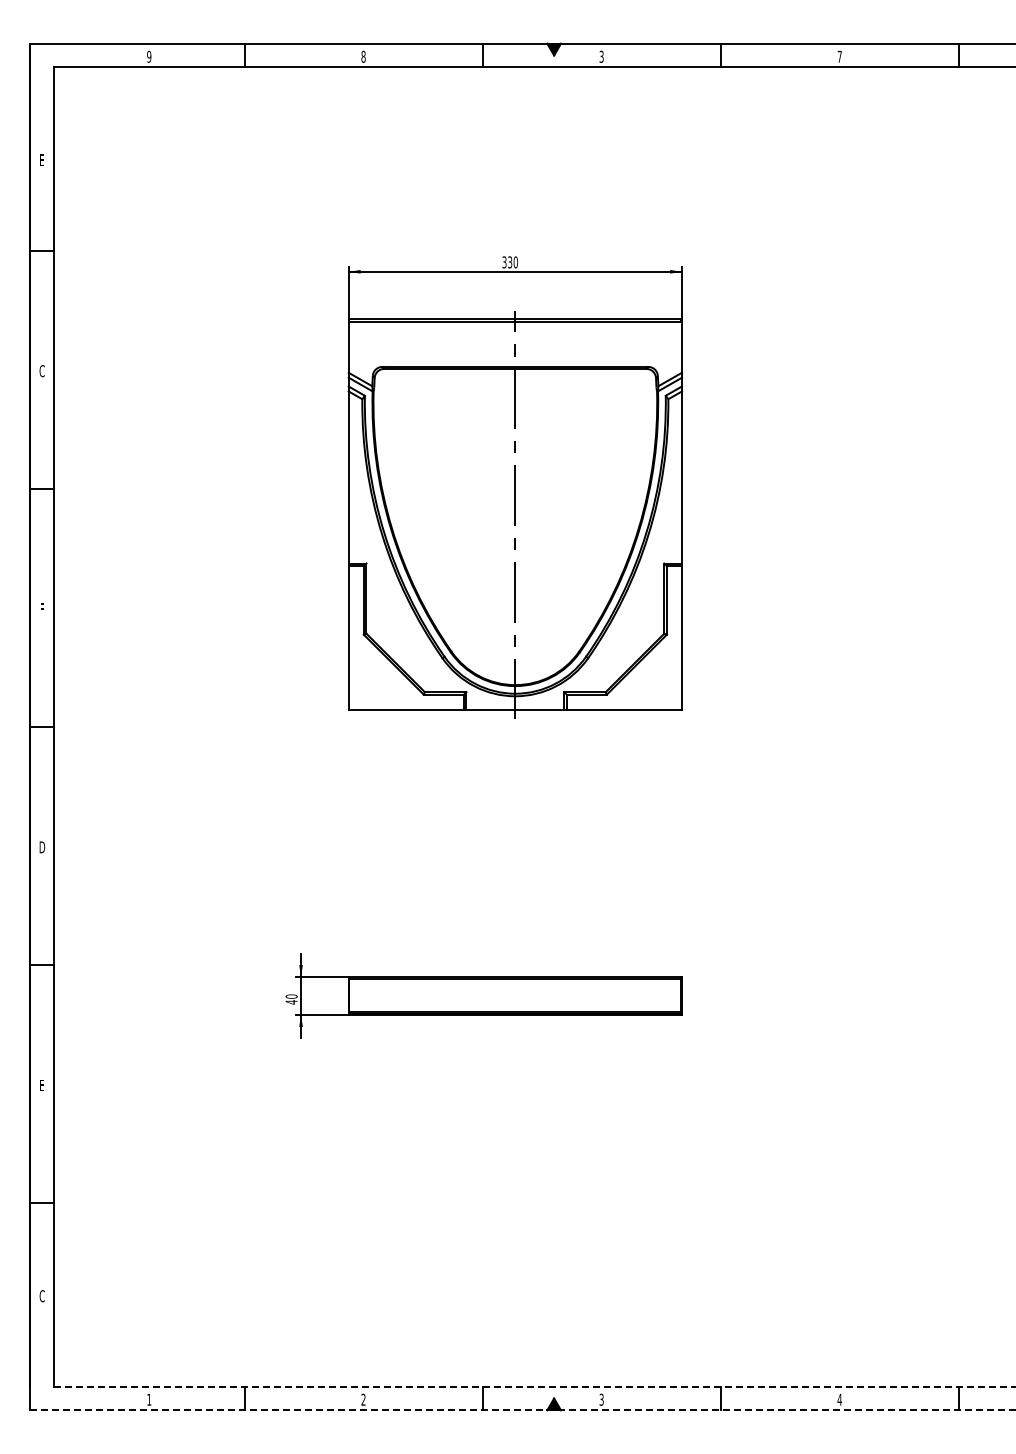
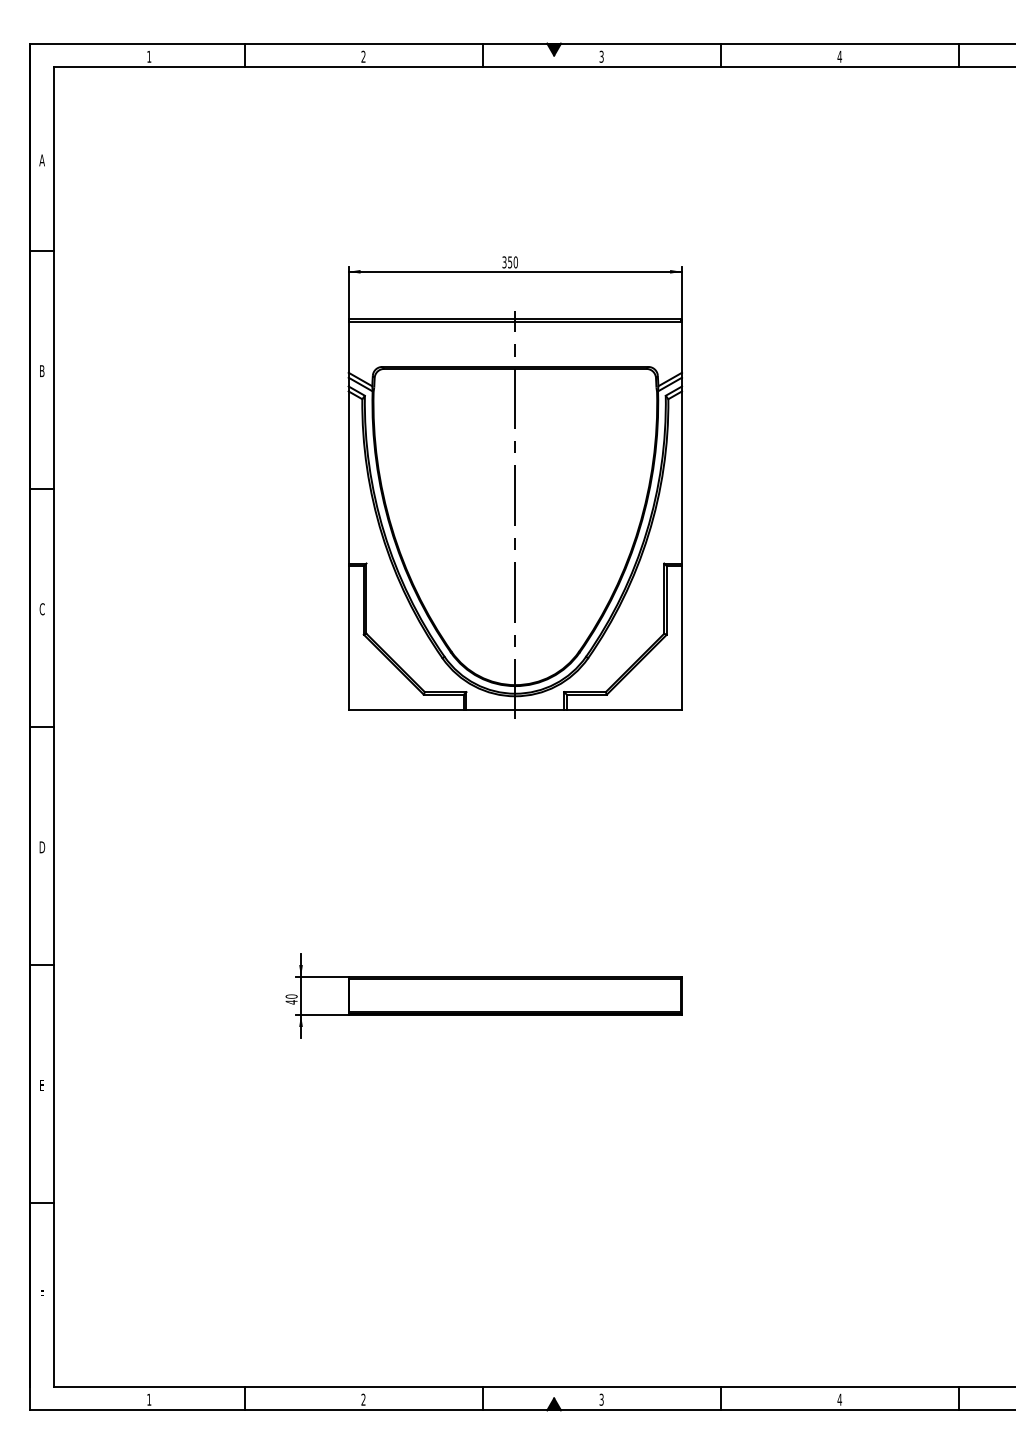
text at (149, 56): 9 -> 1
text at (363, 56): 8 -> 2
text at (839, 56): 7 -> 4
text at (41, 160): E -> A
text at (510, 261): 330 -> 350
text at (41, 371): C -> B
text at (41, 609): F -> C
text at (41, 1296): C -> F
line at (534, 1386): dashed -> solid
line at (523, 1410): dashed -> solid
